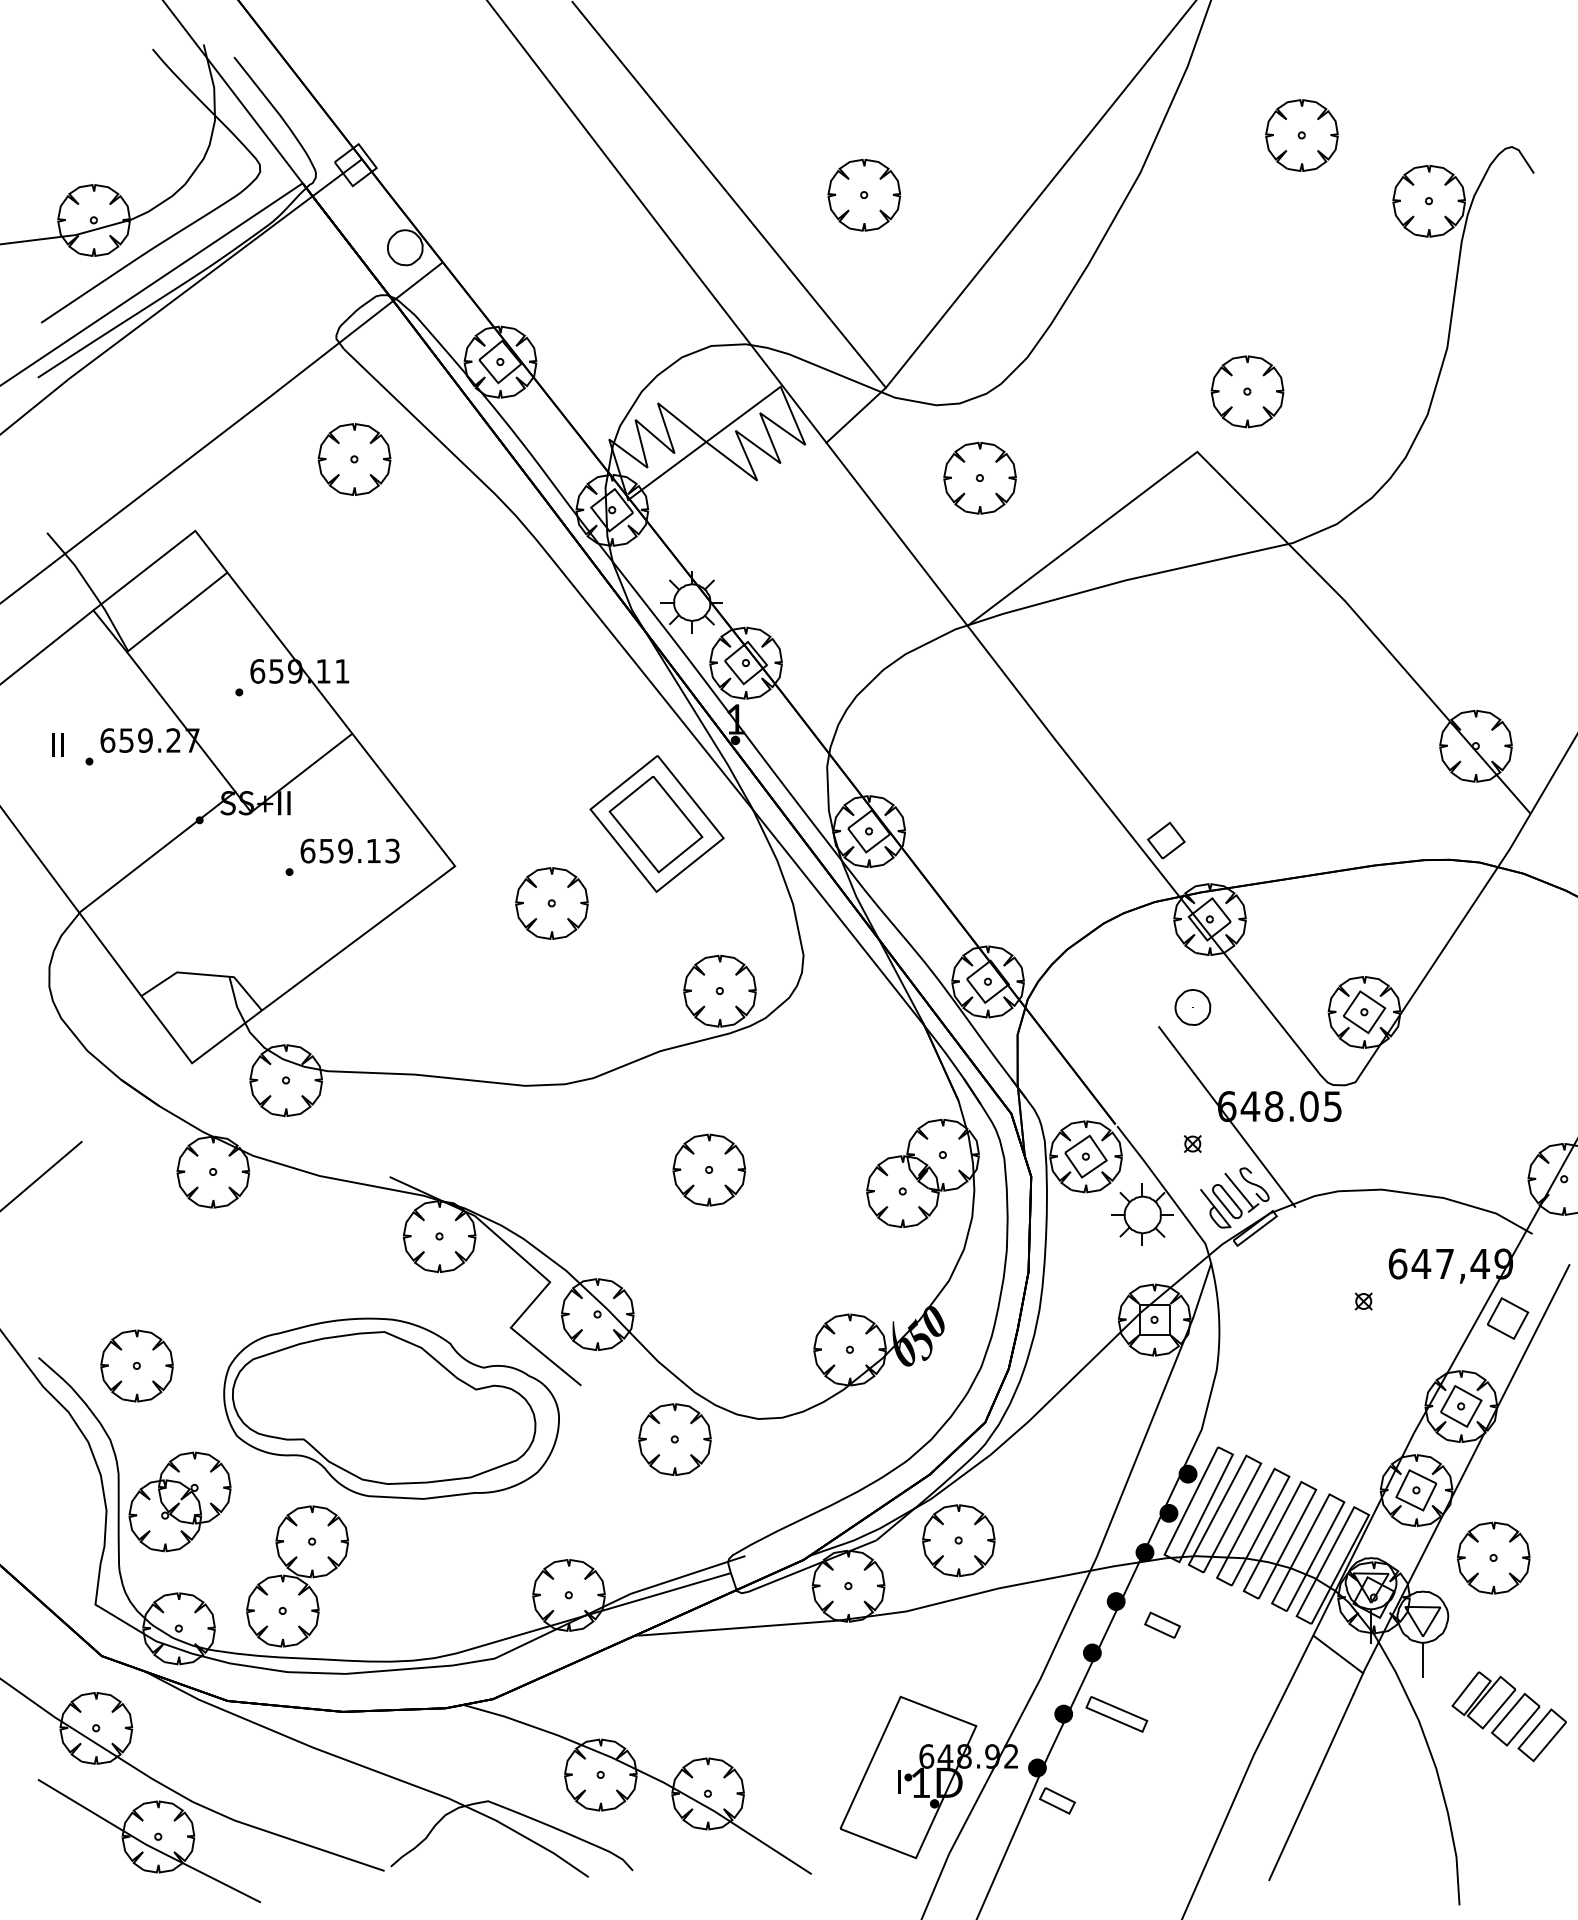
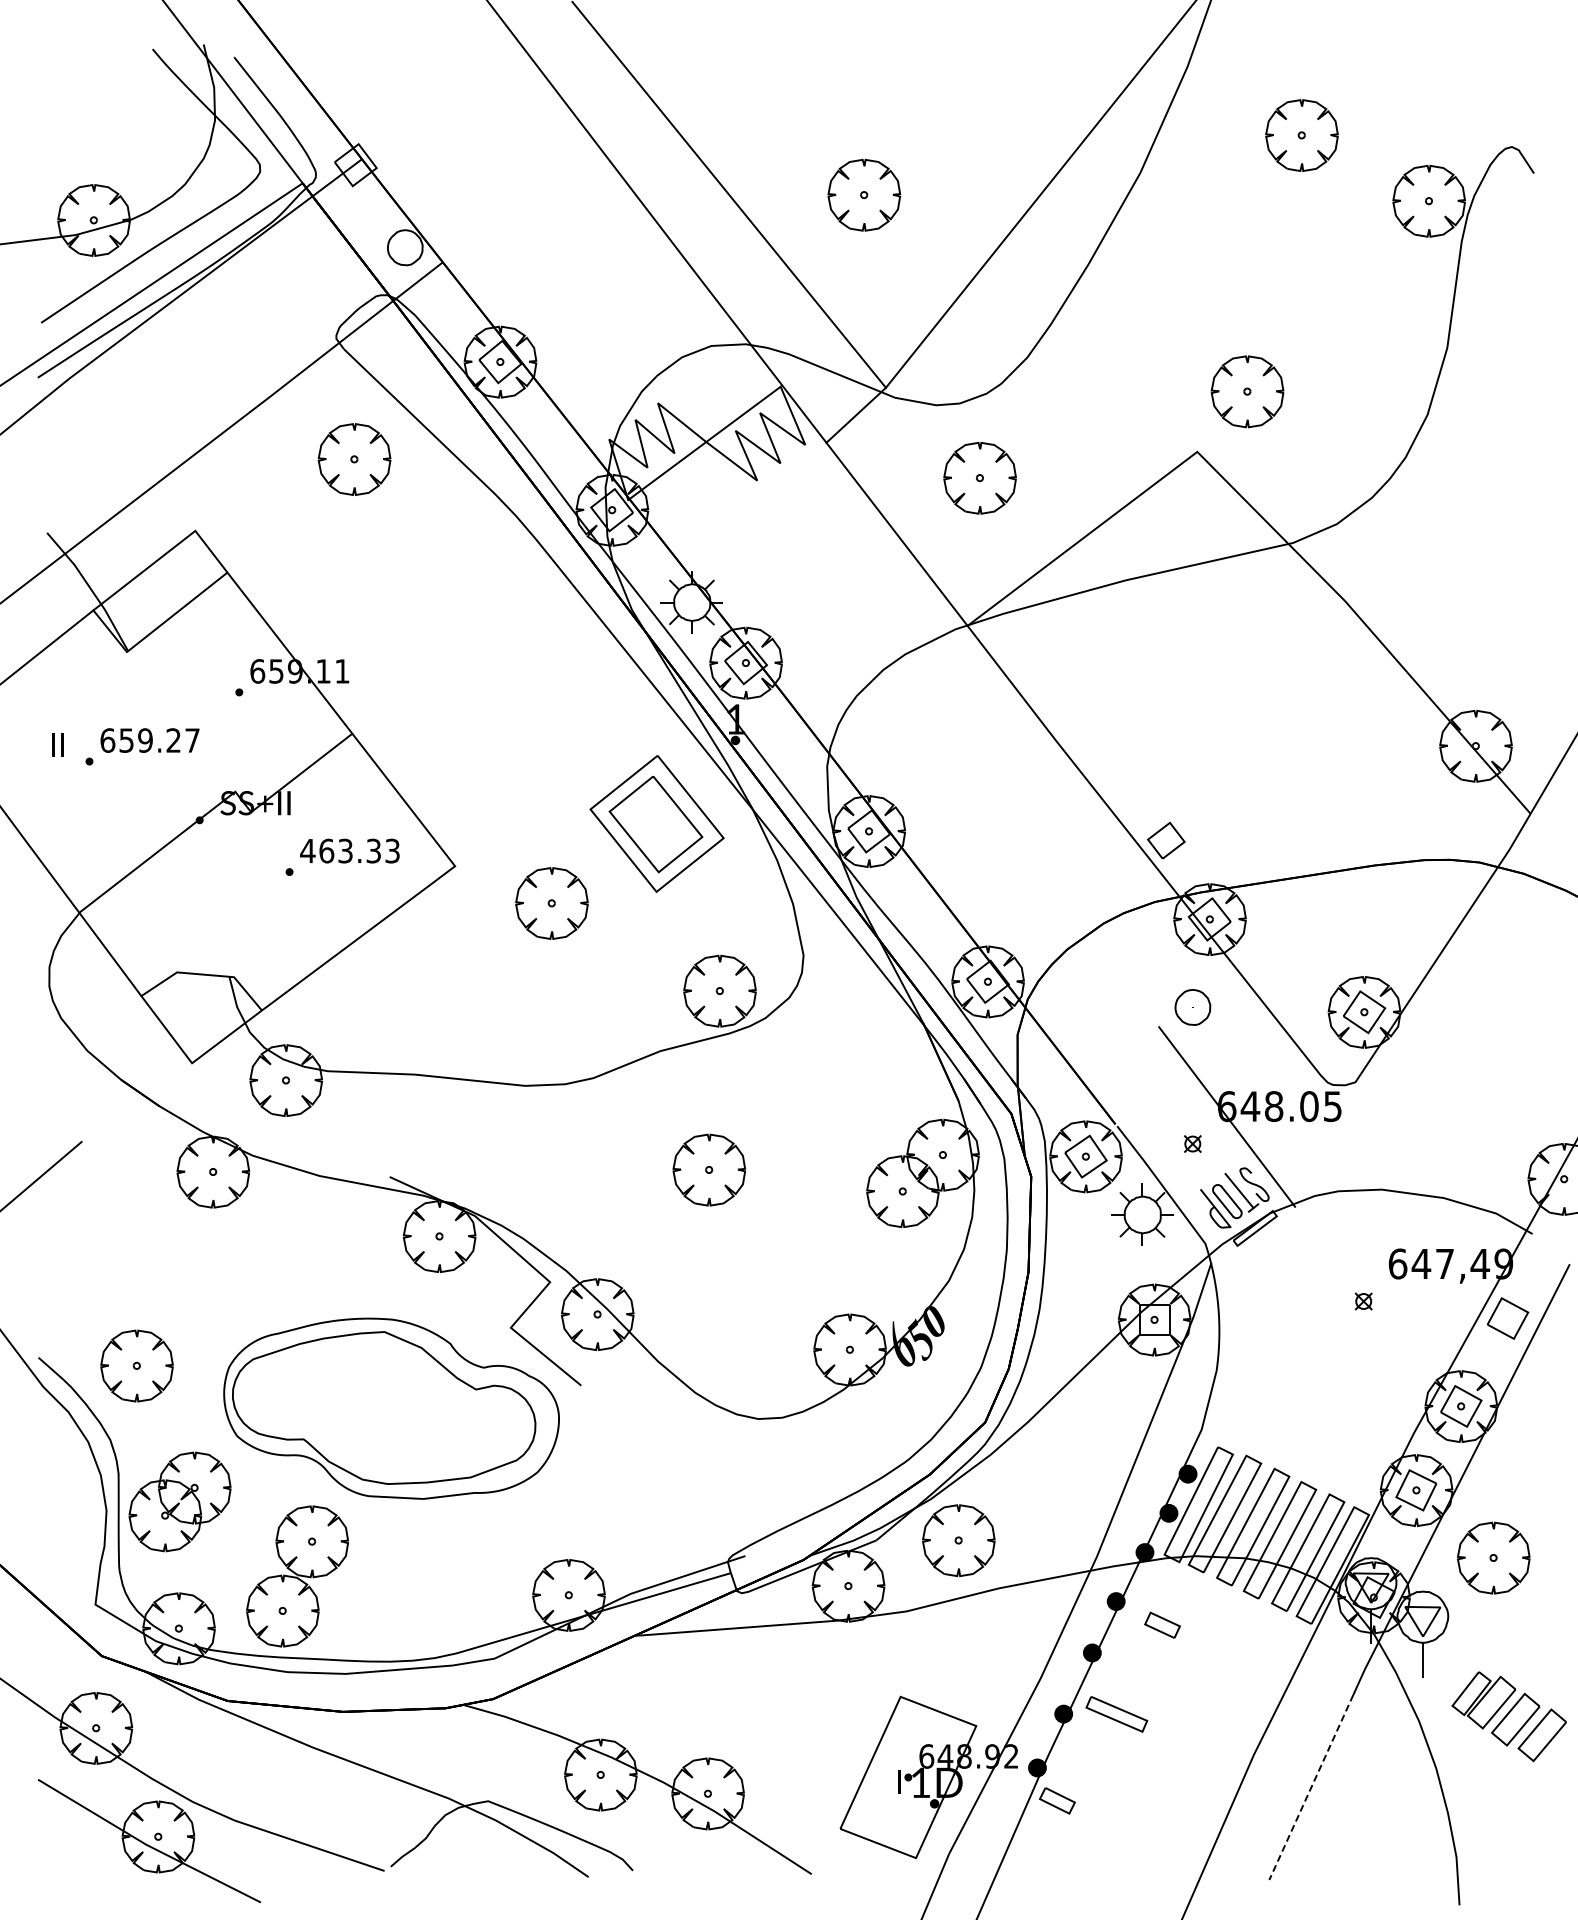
line at (181, 721): present -> none
text at (340, 850): 659.13 -> 463.33
part at (674, 1439): present -> none
line at (1338, 1654): present -> none
line at (1311, 1787): solid -> dashed
